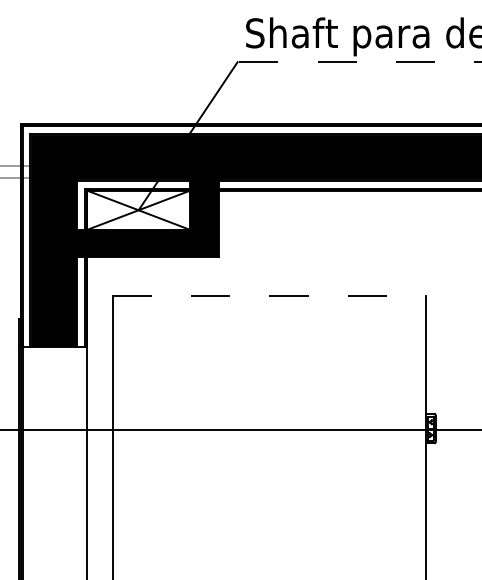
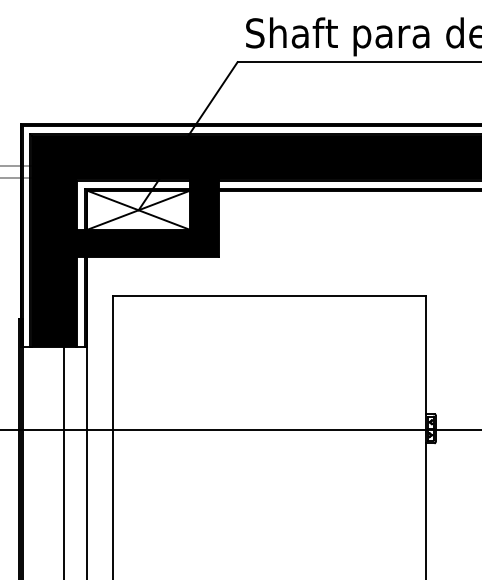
line at (359, 62): dashed -> solid
line at (269, 296): dashed -> solid
line at (63, 461): none -> present
